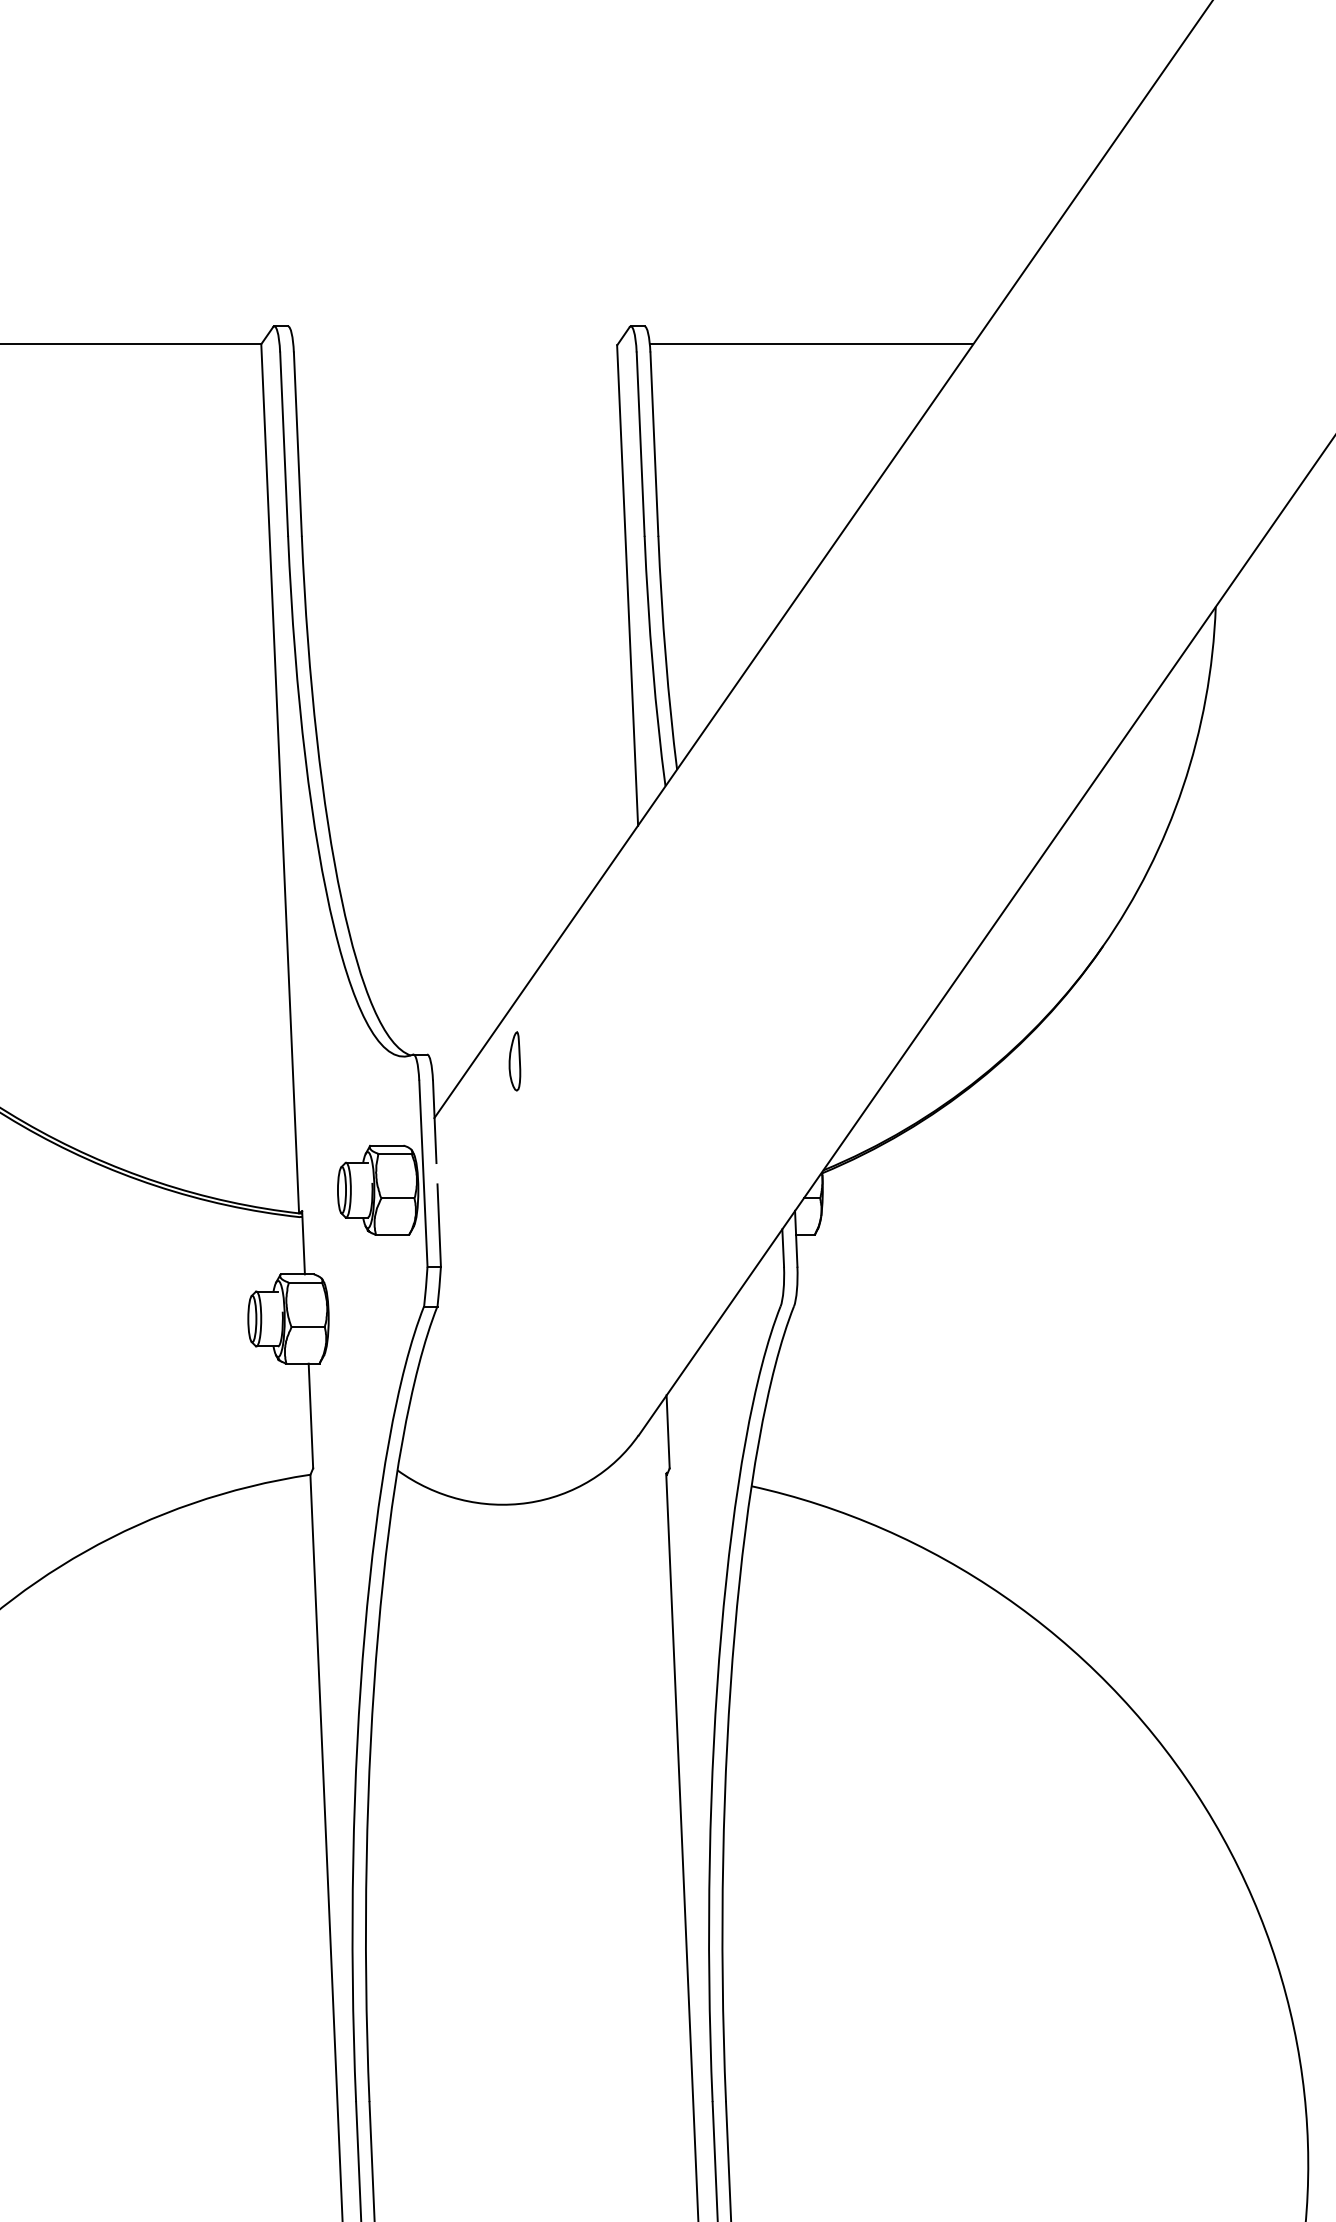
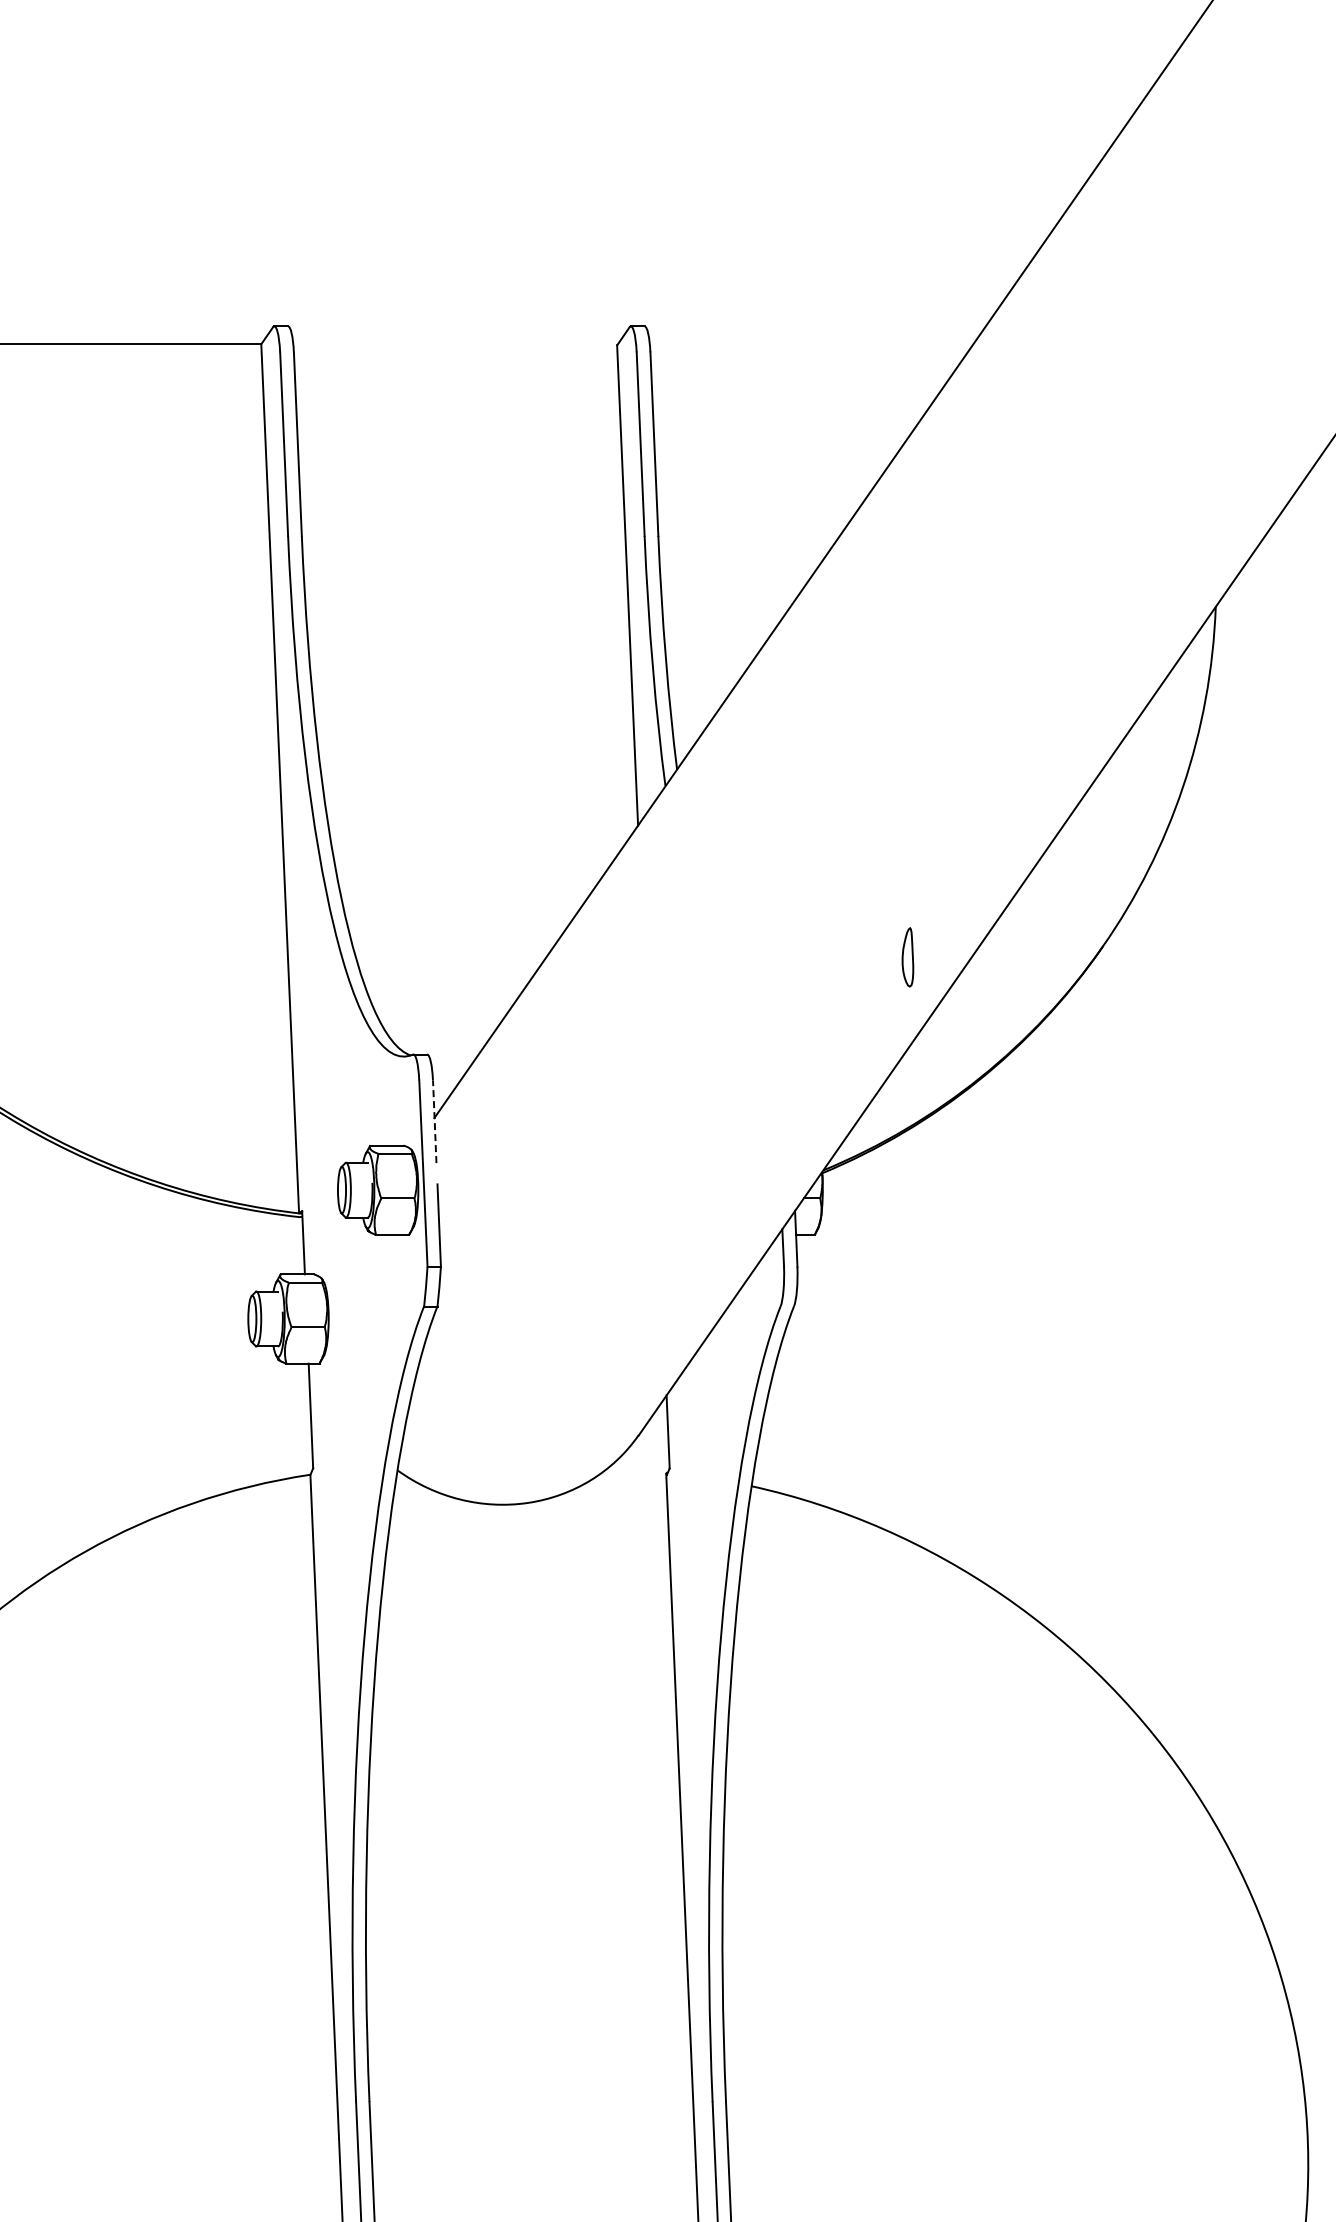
line at (811, 344): present -> none
part at (514, 1061) position: (514, 1061) -> (907, 957)
line at (434, 1121): solid -> dashed
